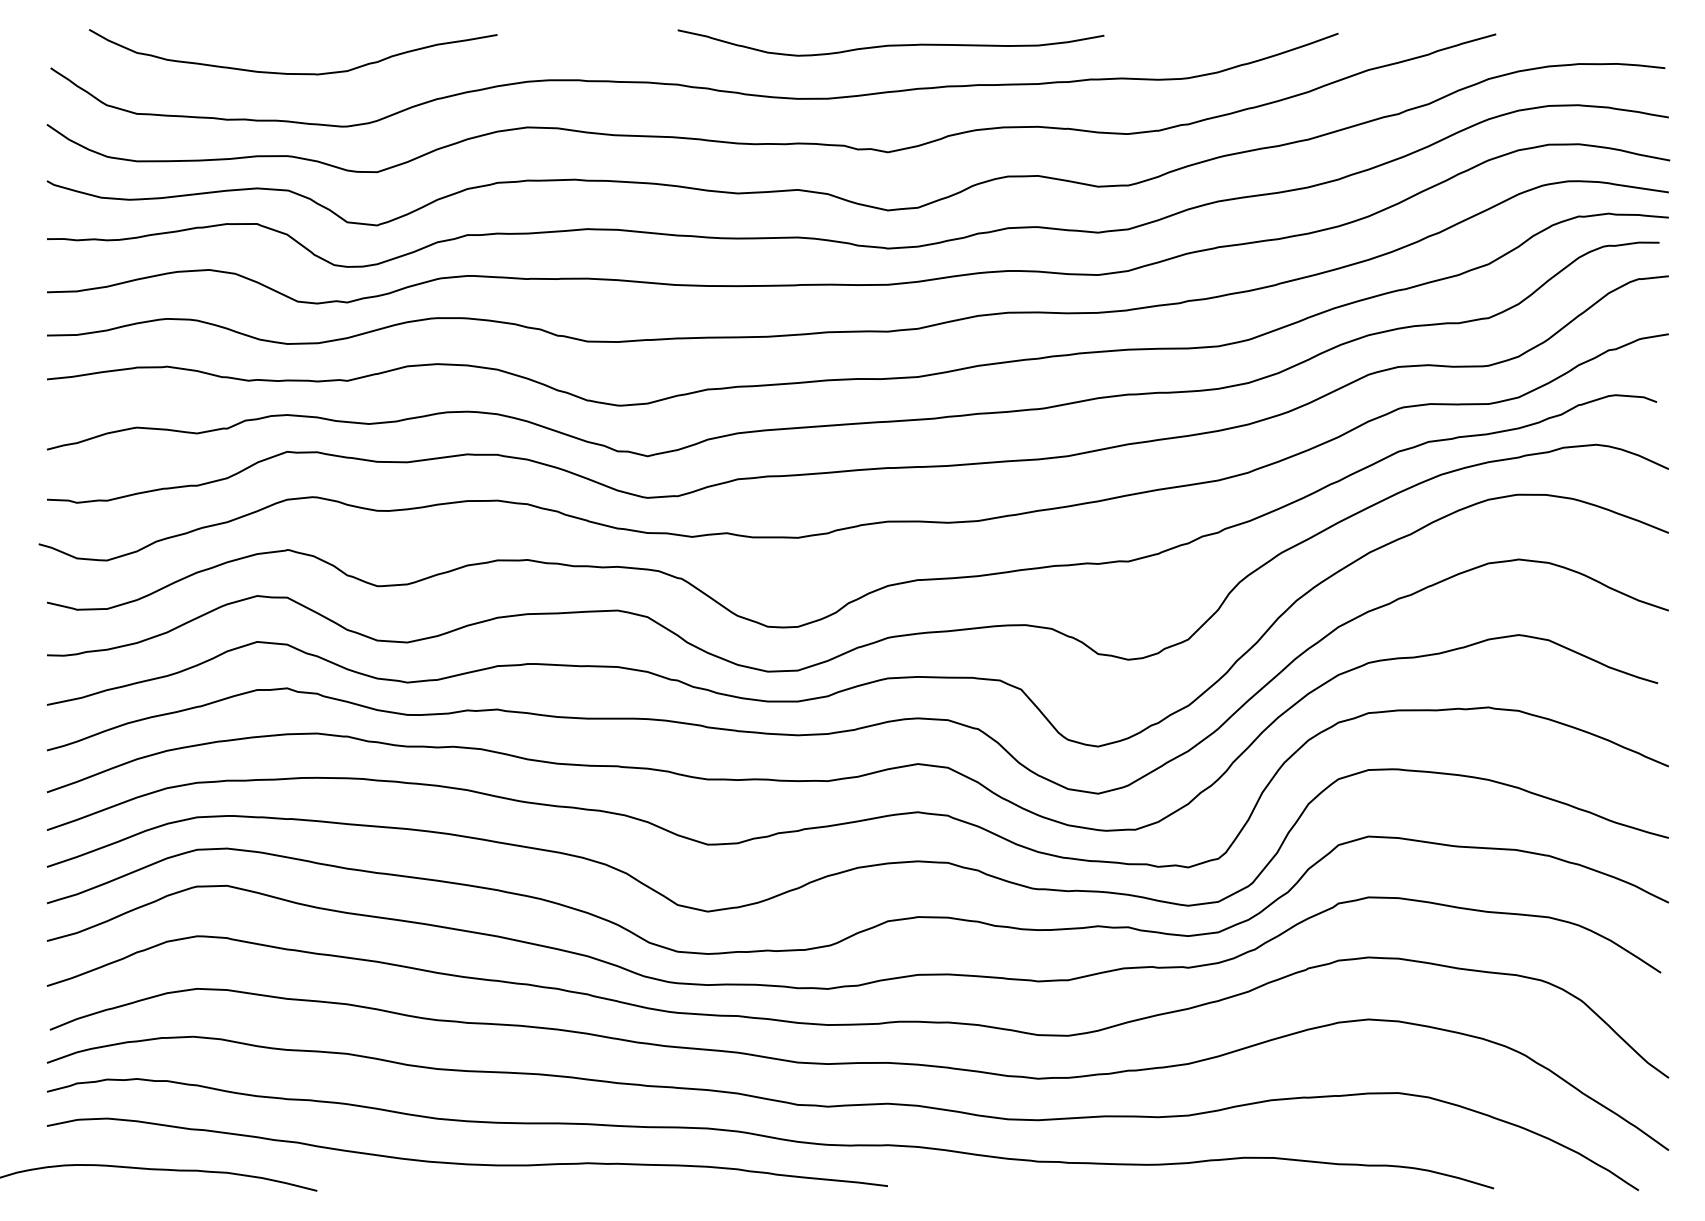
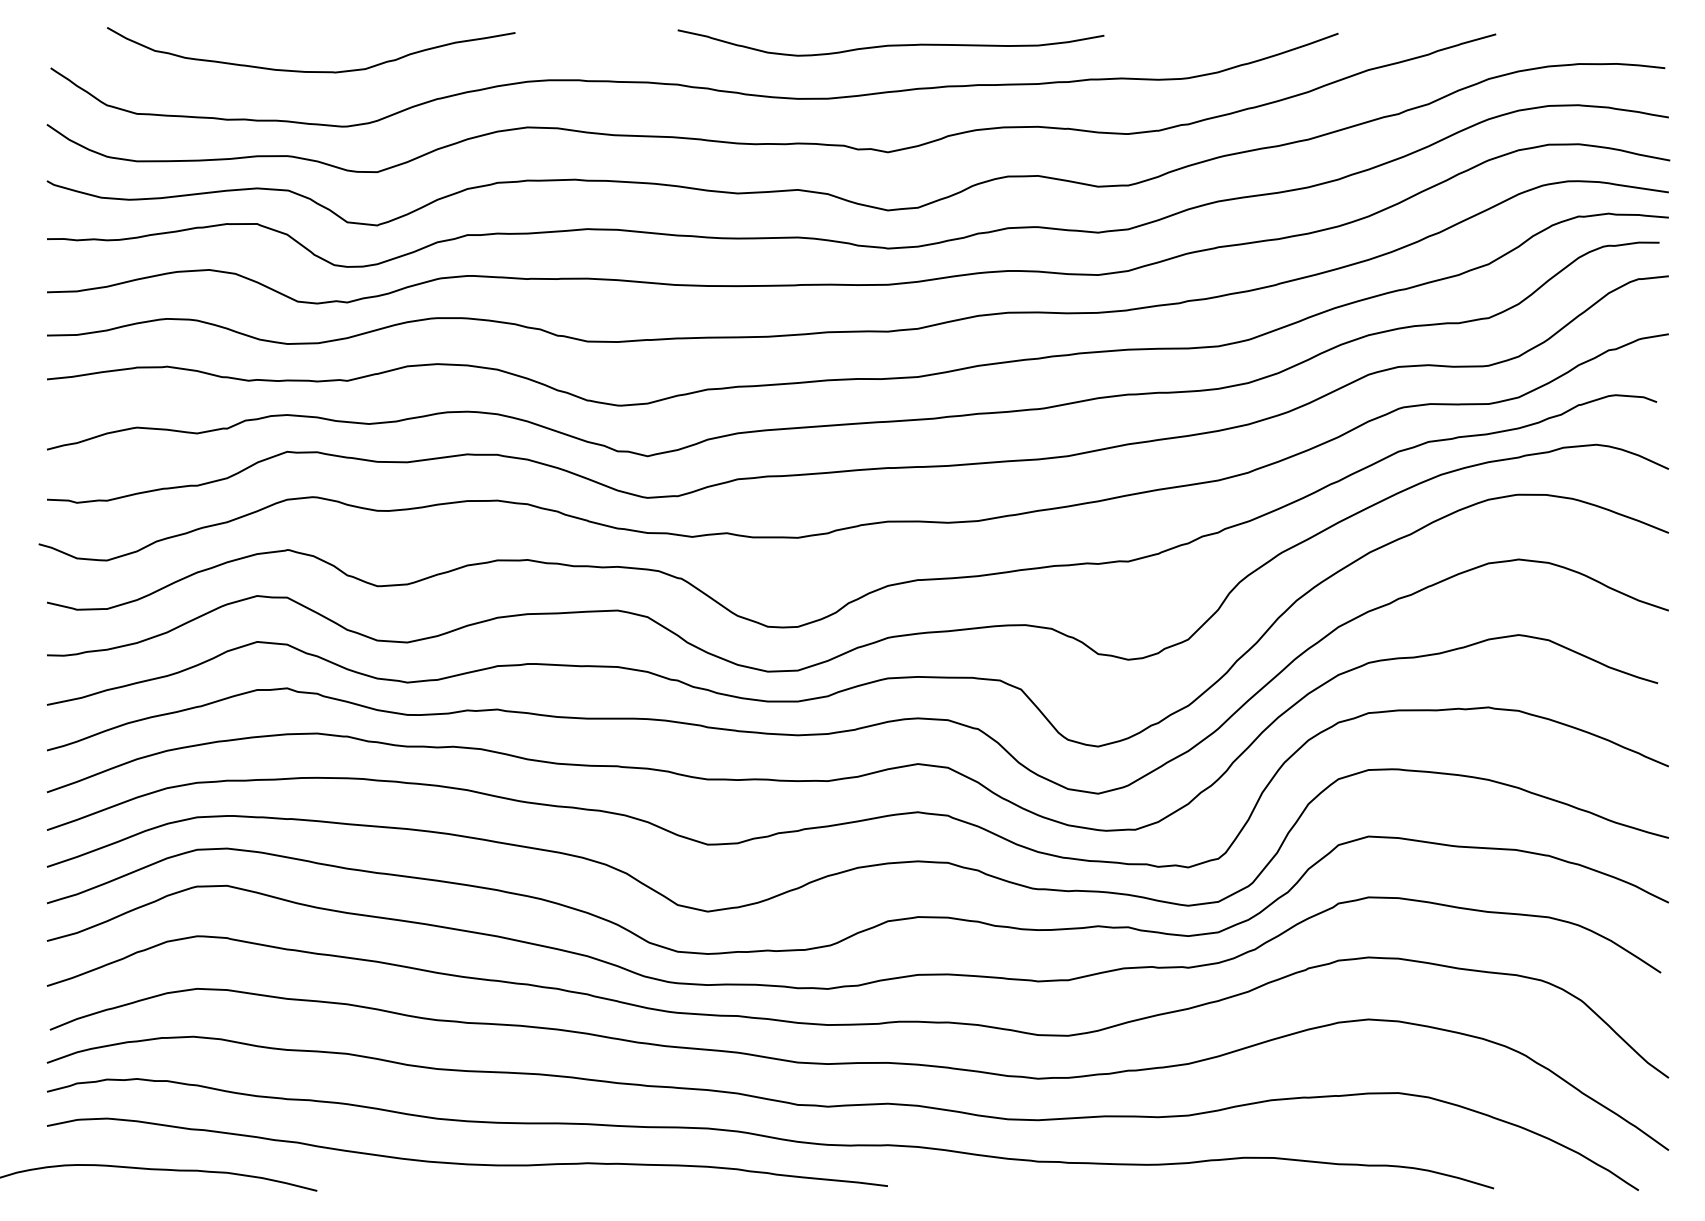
curve at (293, 73) position: (293, 73) -> (311, 71)
